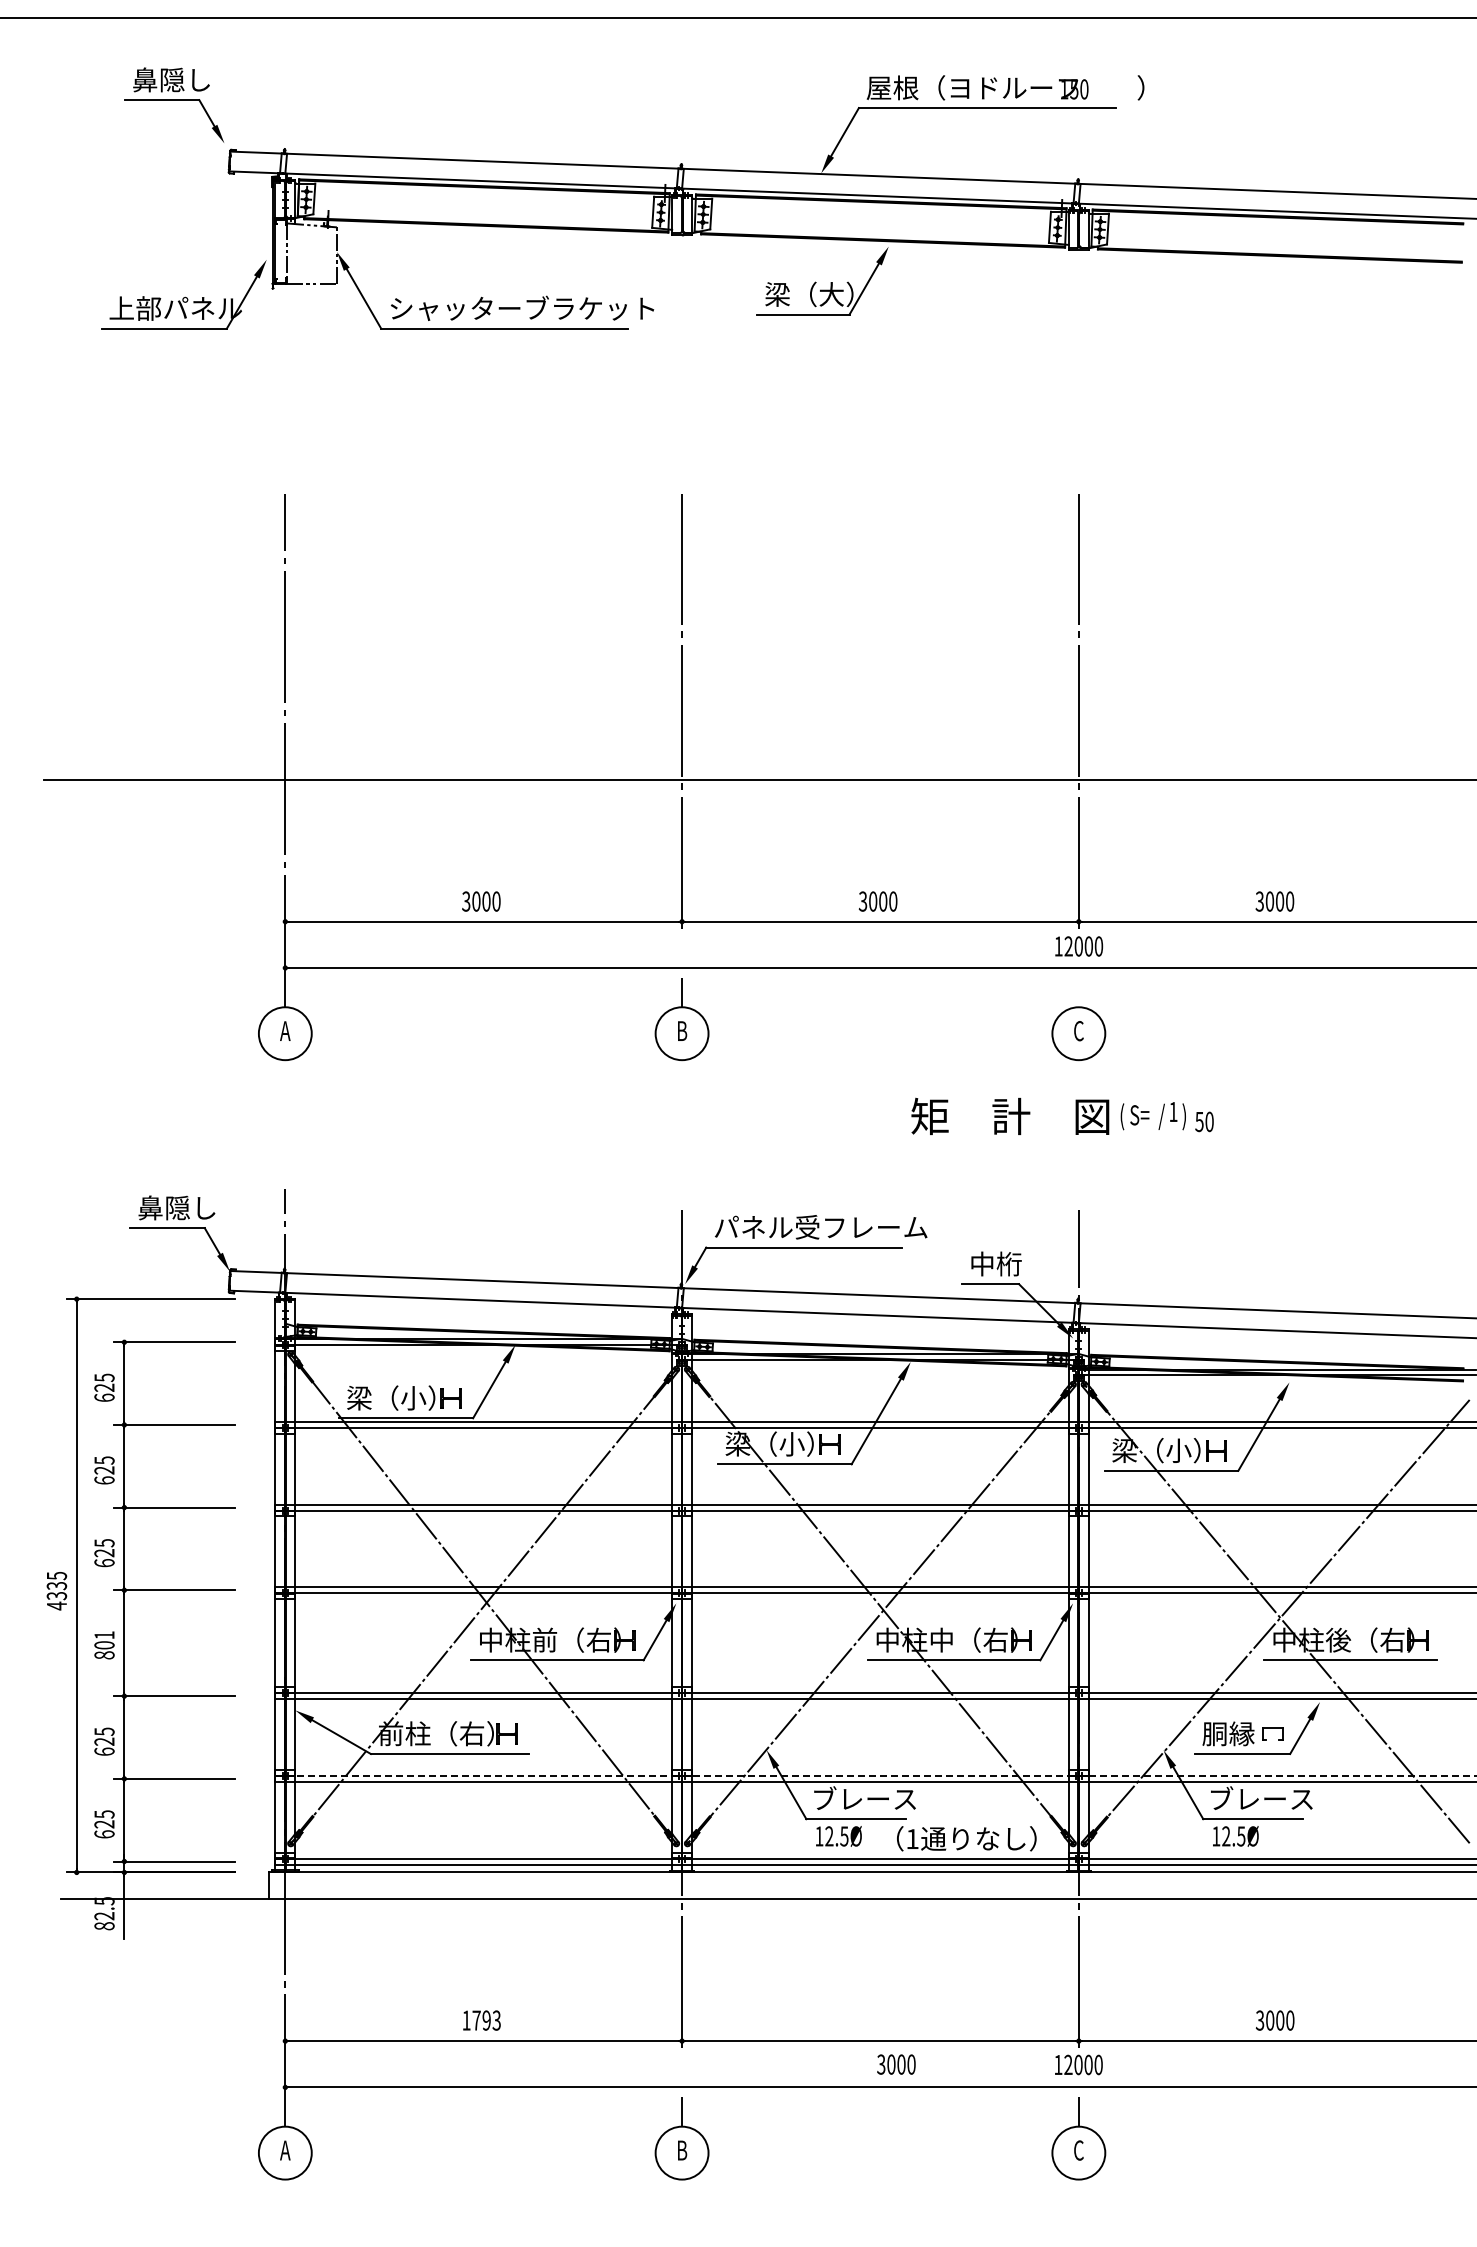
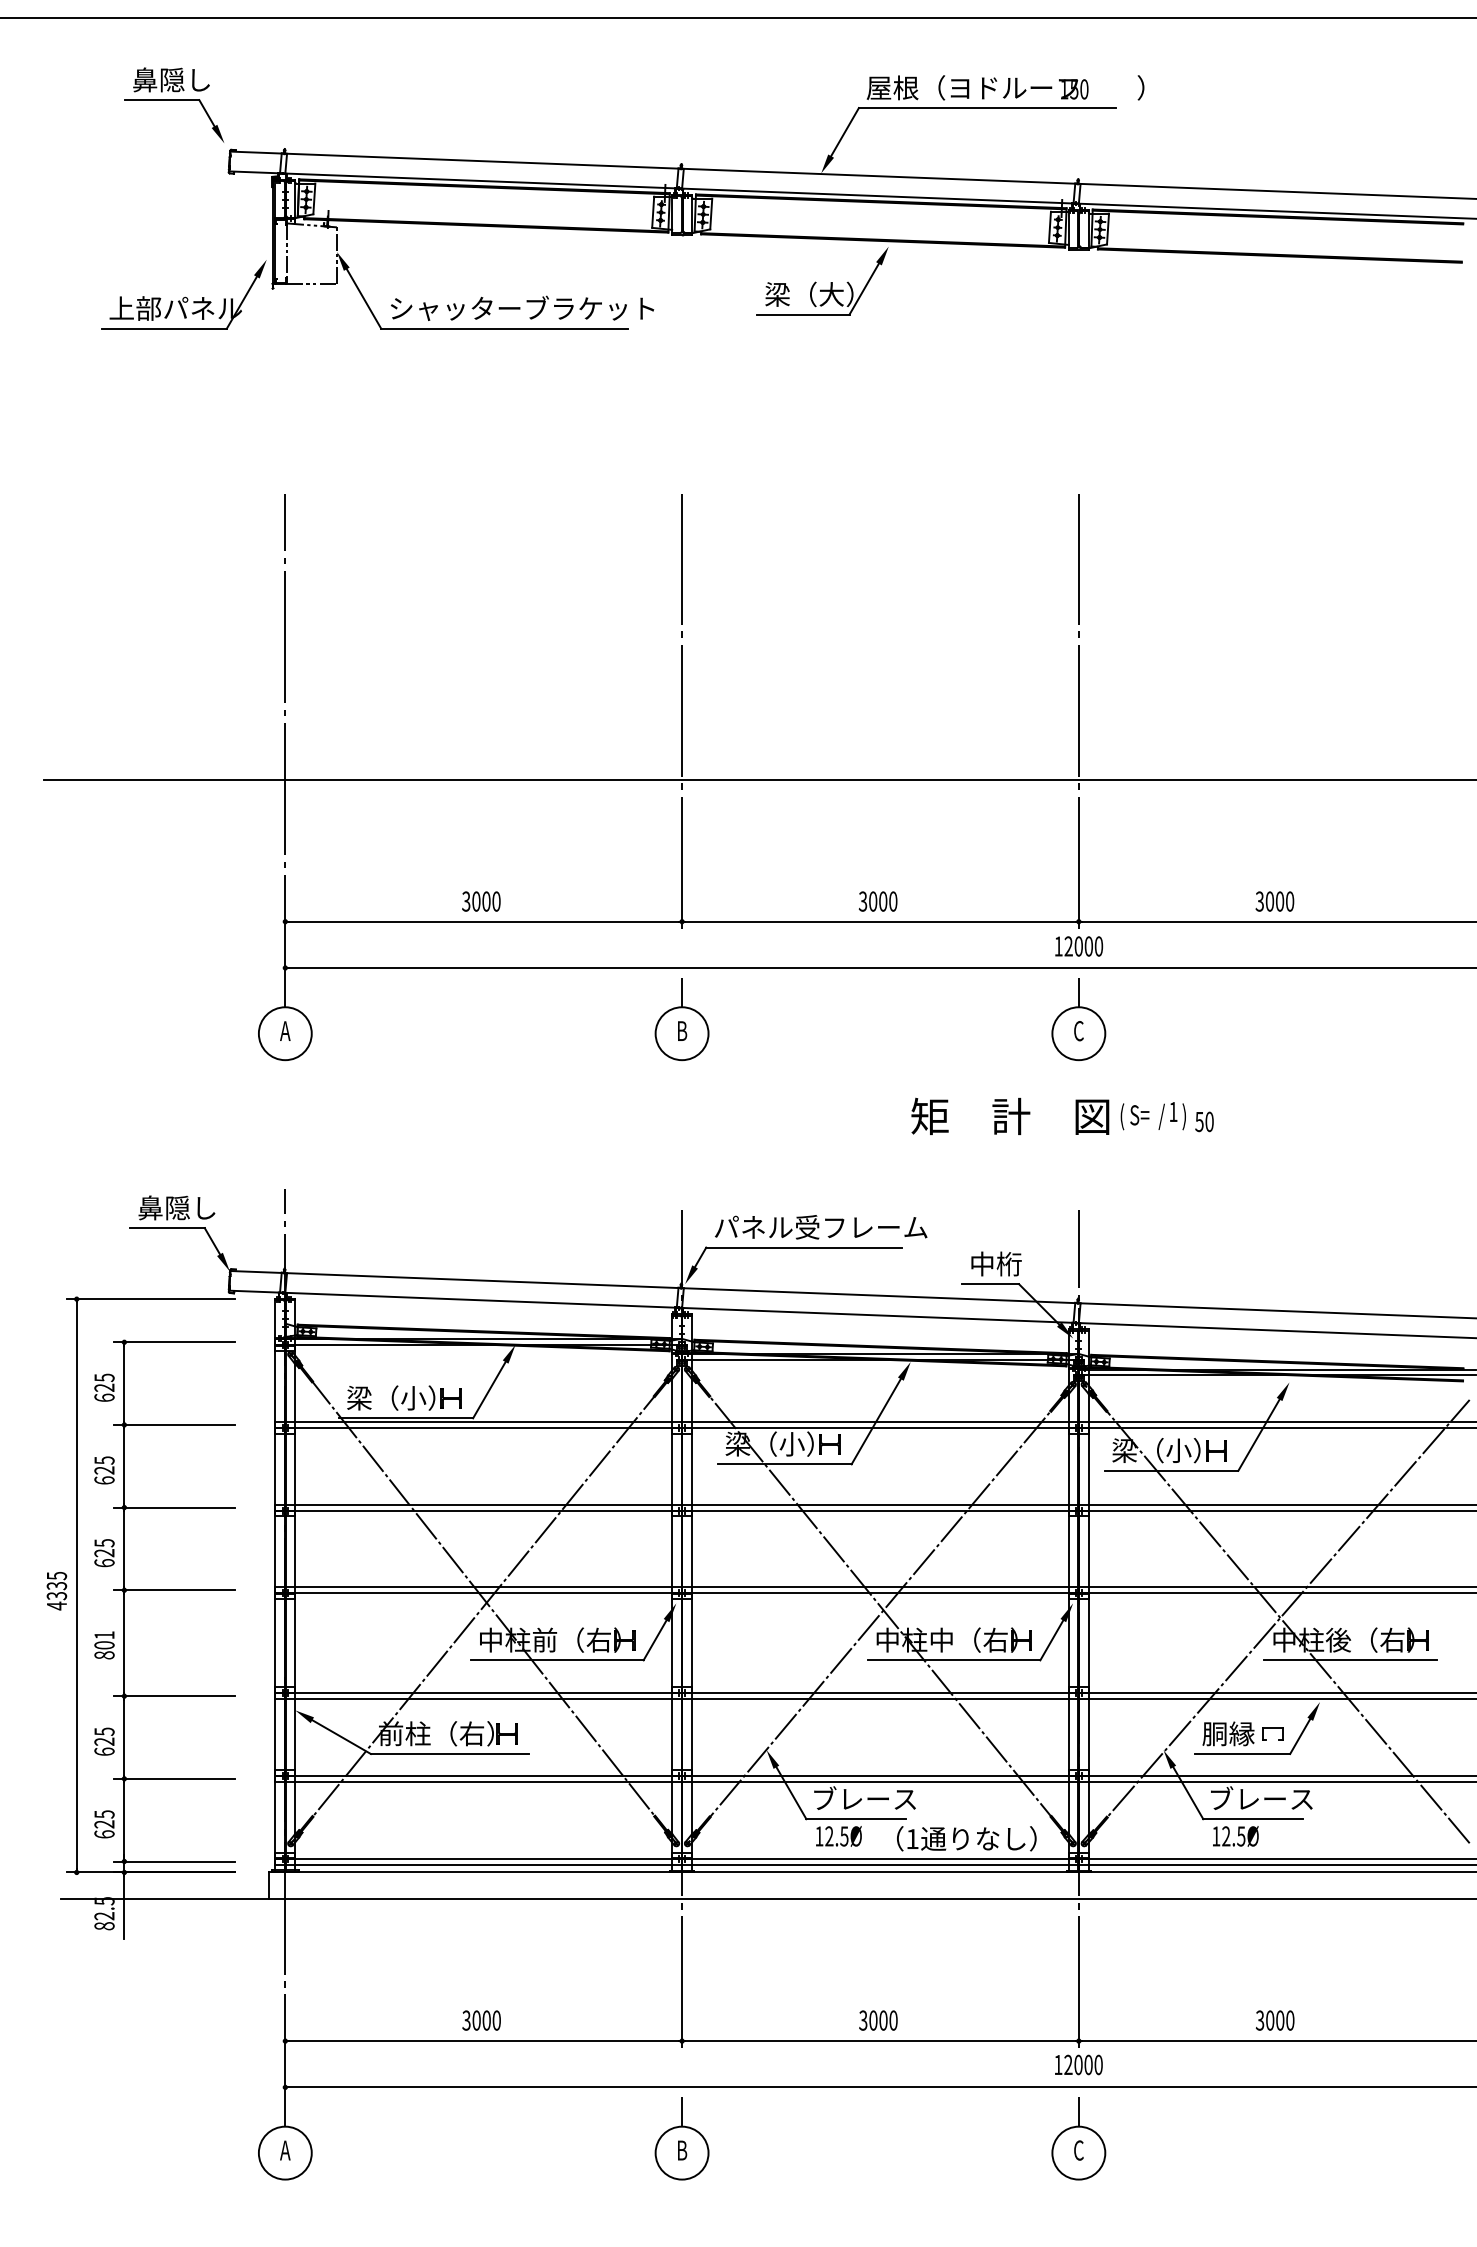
line at (1078, 992): none -> present
line at (876, 1775): dashed -> solid
text at (481, 2020): 1793 -> 3000
text at (896, 2064) position: (896, 2064) -> (878, 2020)
